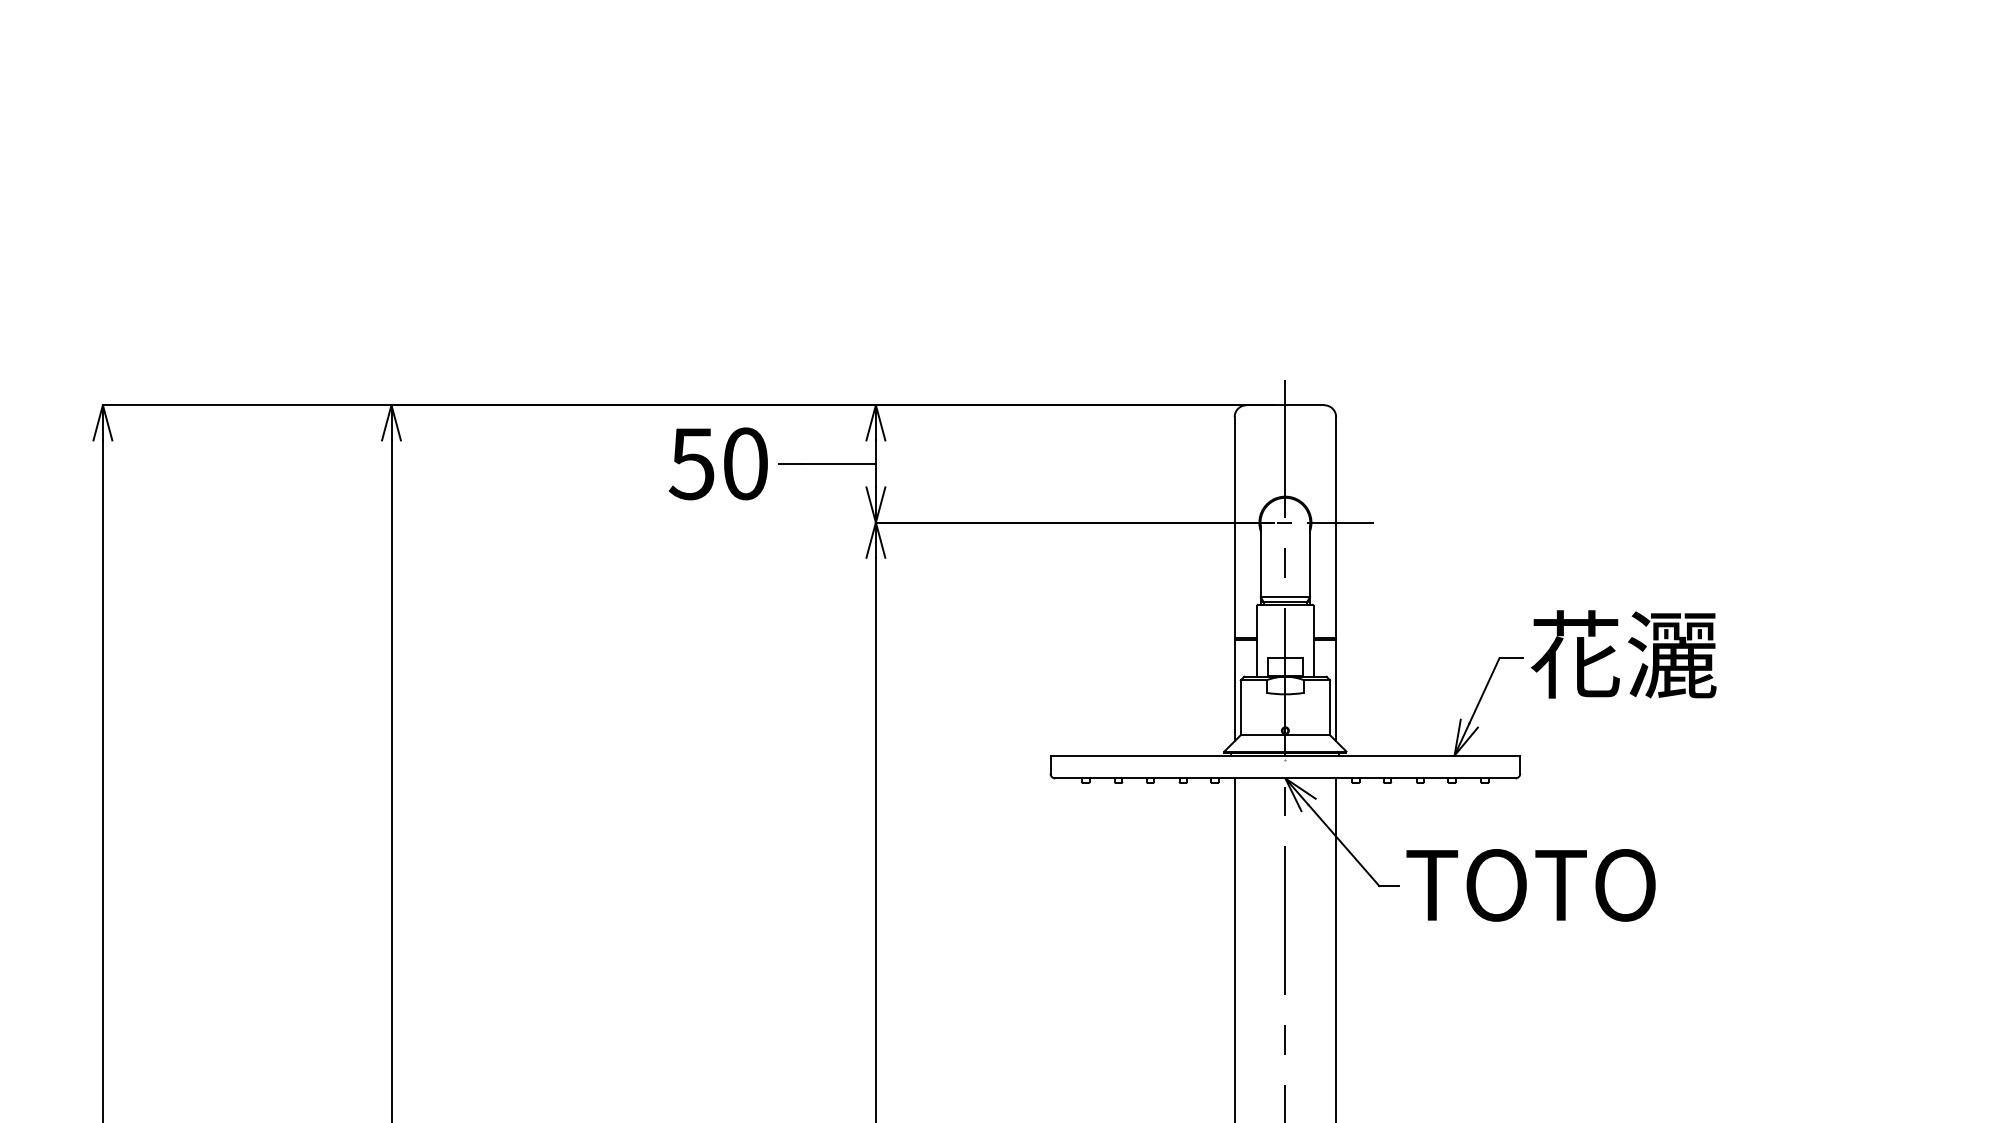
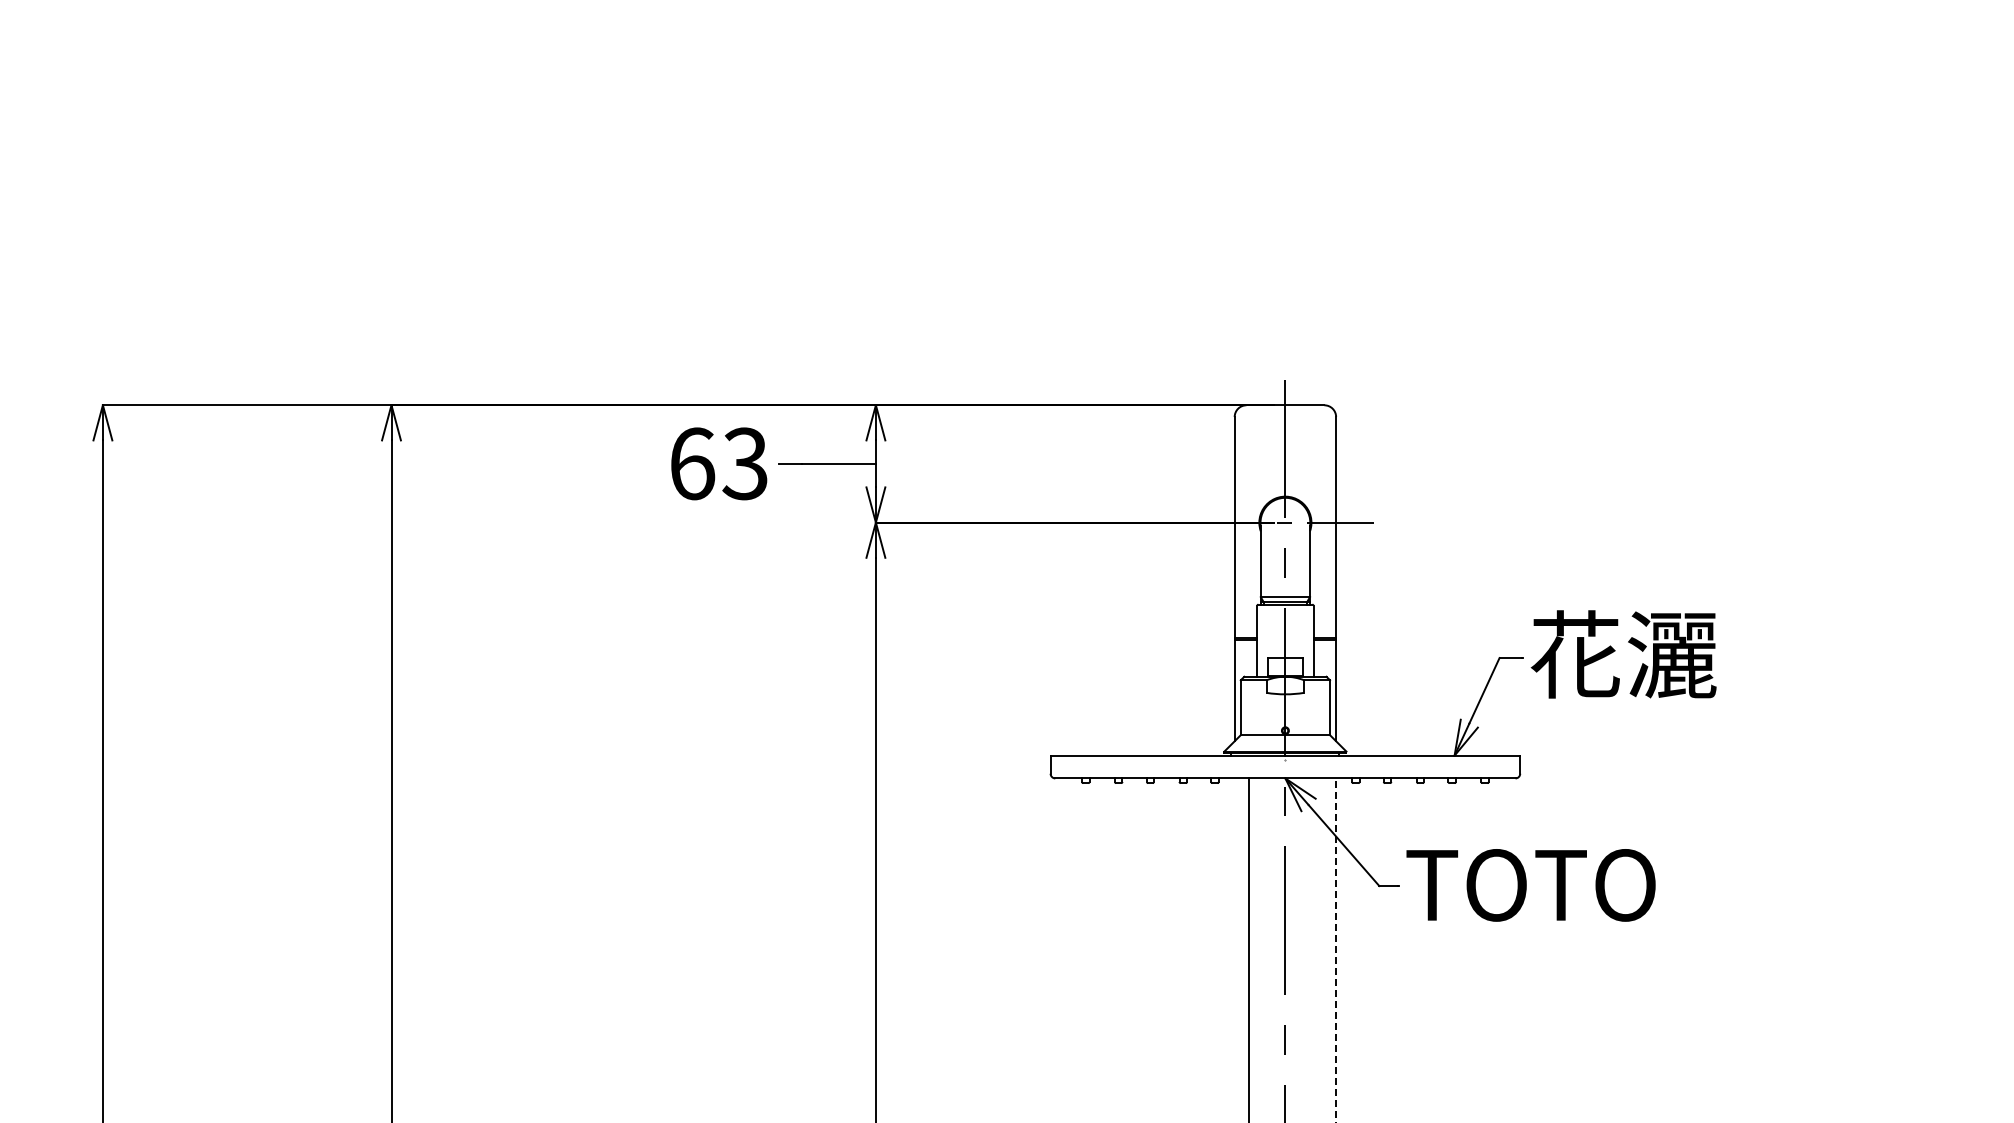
text at (717, 463): 50 -> 63
line at (1234, 948) position: (1234, 948) -> (1248, 948)
line at (1336, 950): solid -> dashed
